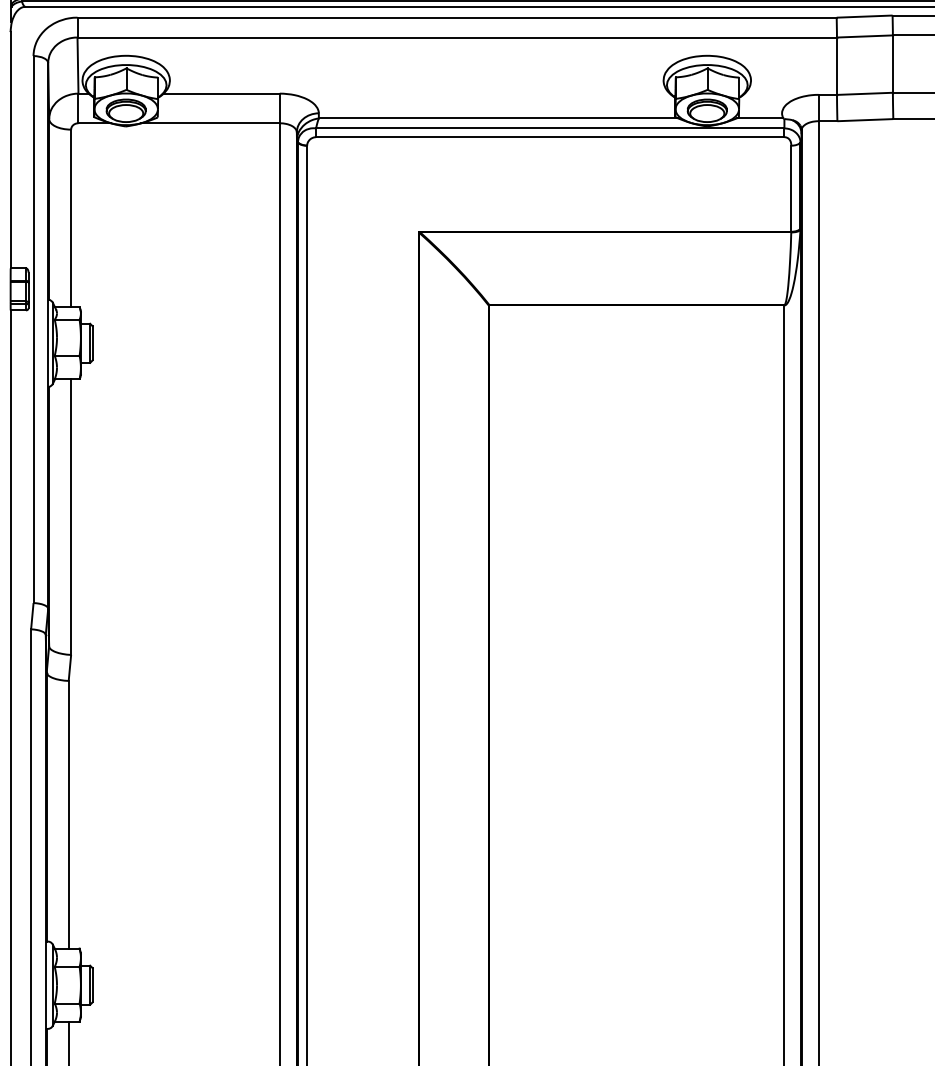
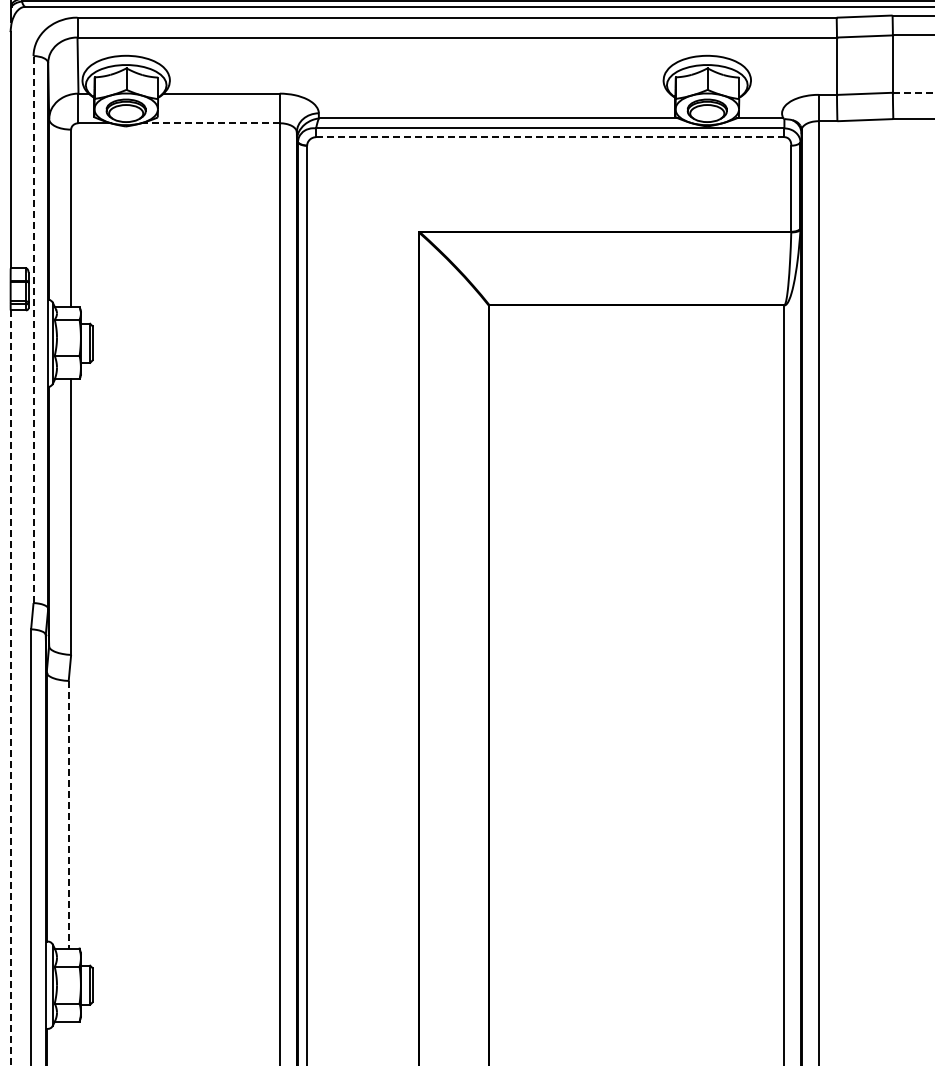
line at (913, 92): solid -> dashed
line at (211, 123): solid -> dashed
line at (550, 137): solid -> dashed
line at (33, 329): solid -> dashed
line at (10, 688): solid -> dashed
line at (68, 814): solid -> dashed
line at (68, 1041): present -> none
